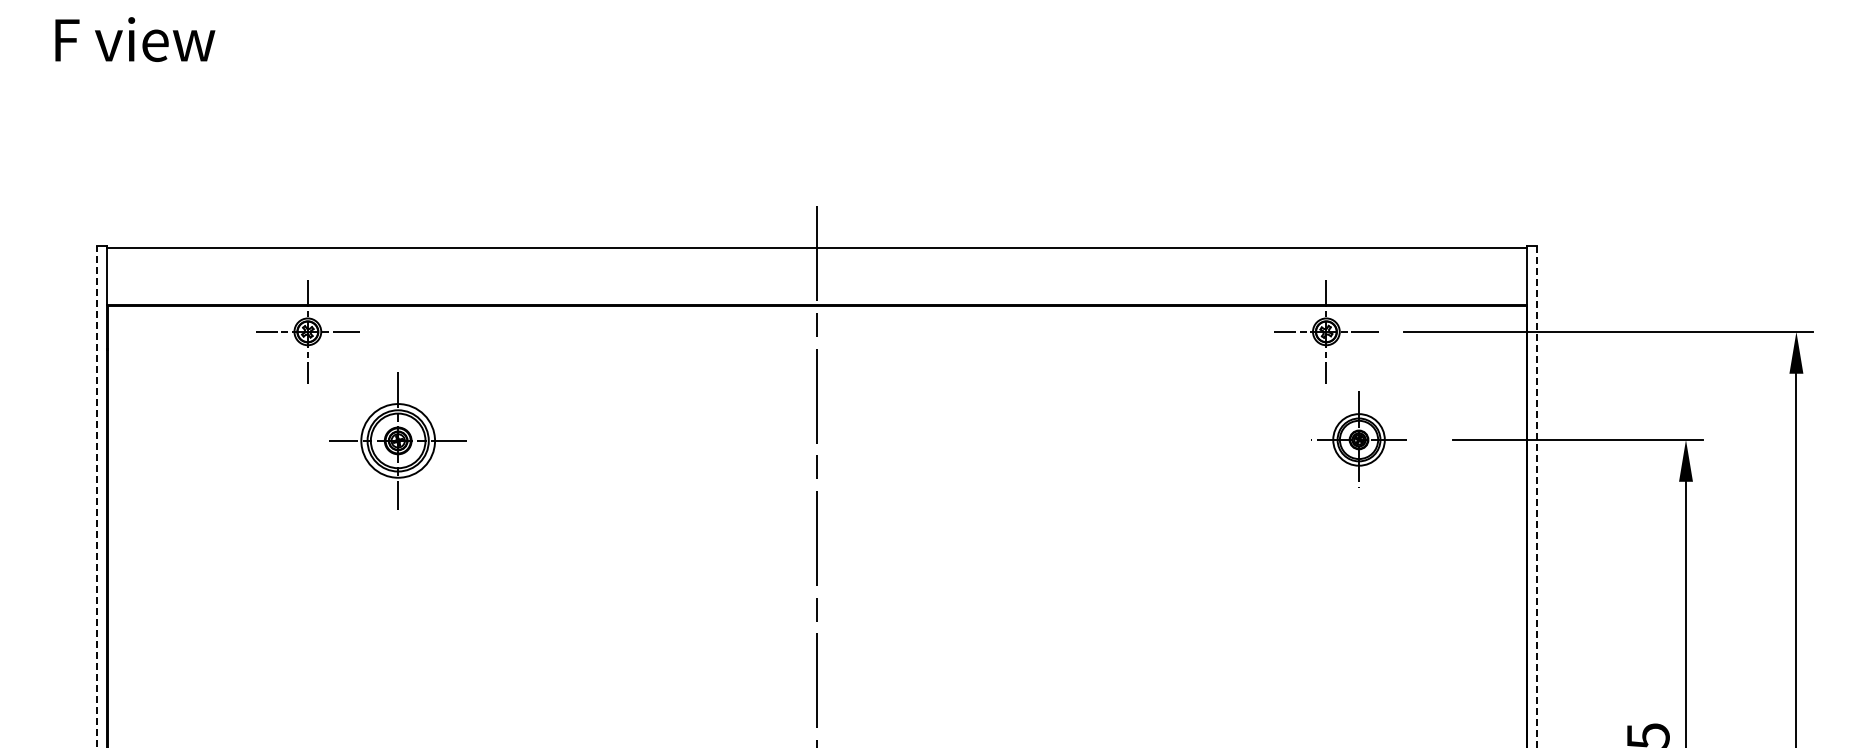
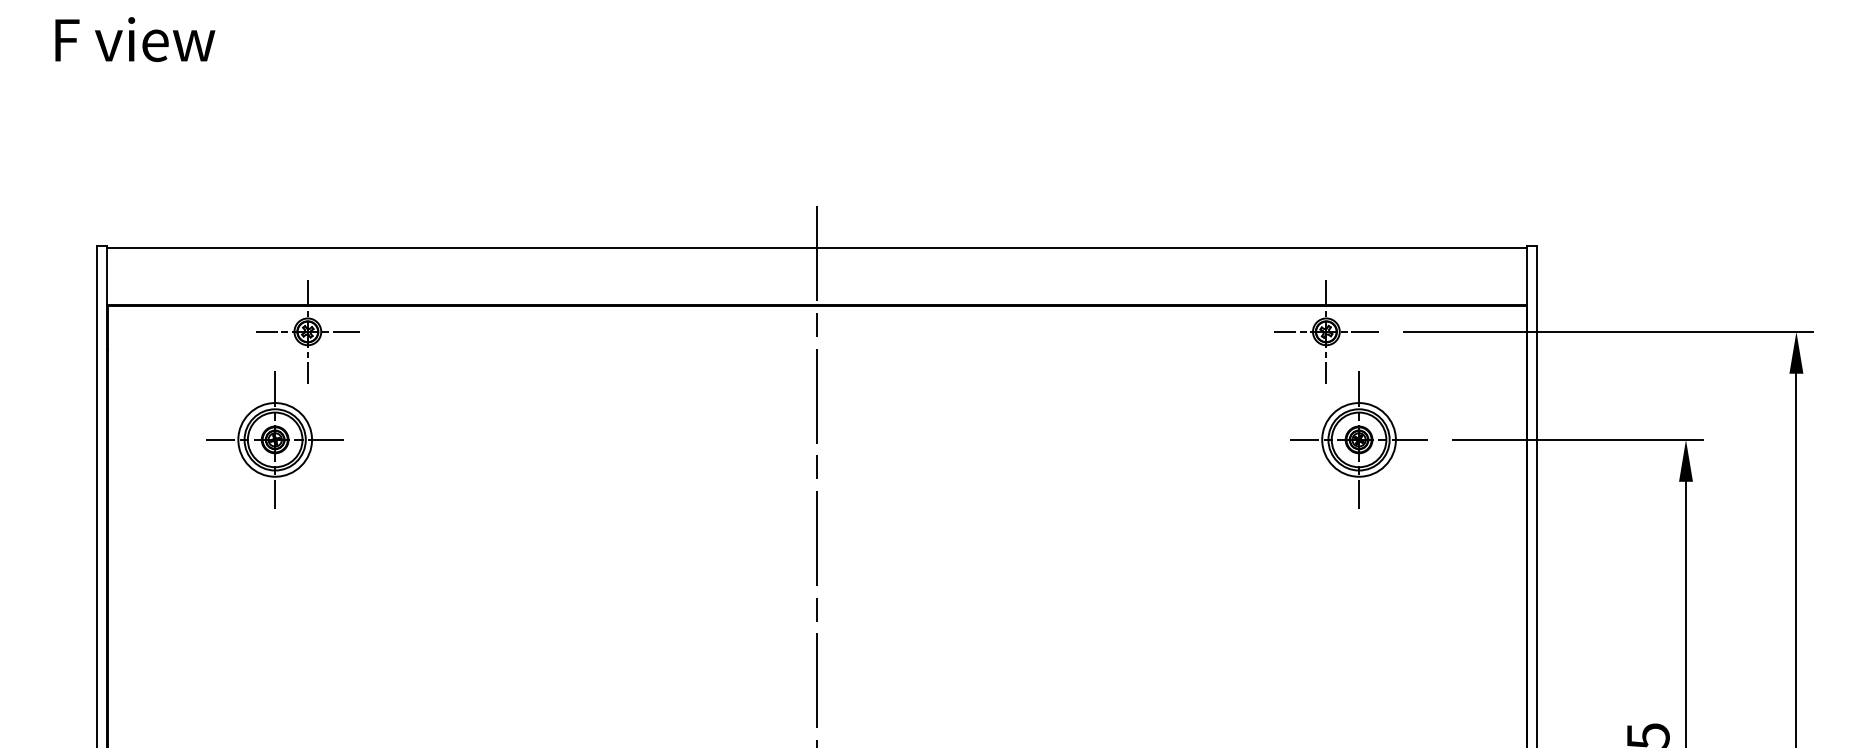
part at (1358, 439) size: 96x97 px -> 138x138 px
part at (397, 440) position: (397, 440) -> (274, 439)
line at (96, 496): dashed -> solid
line at (1537, 497): dashed -> solid
